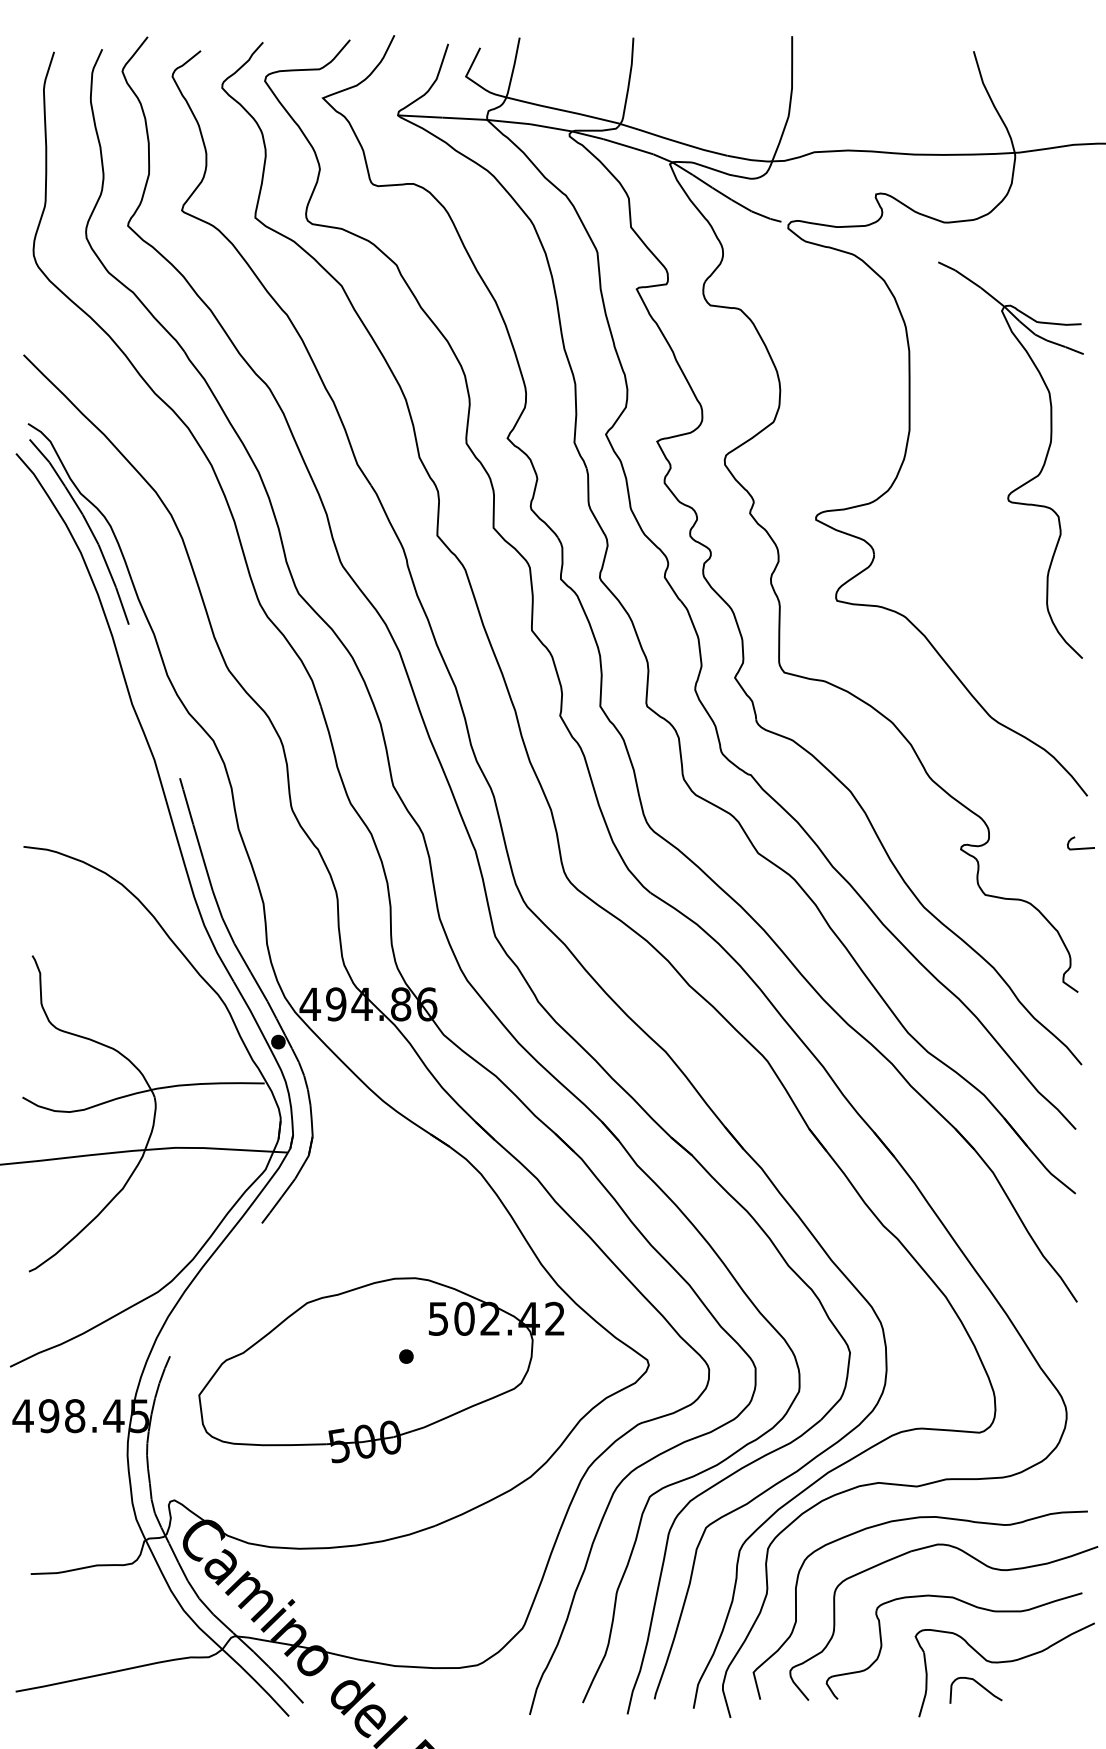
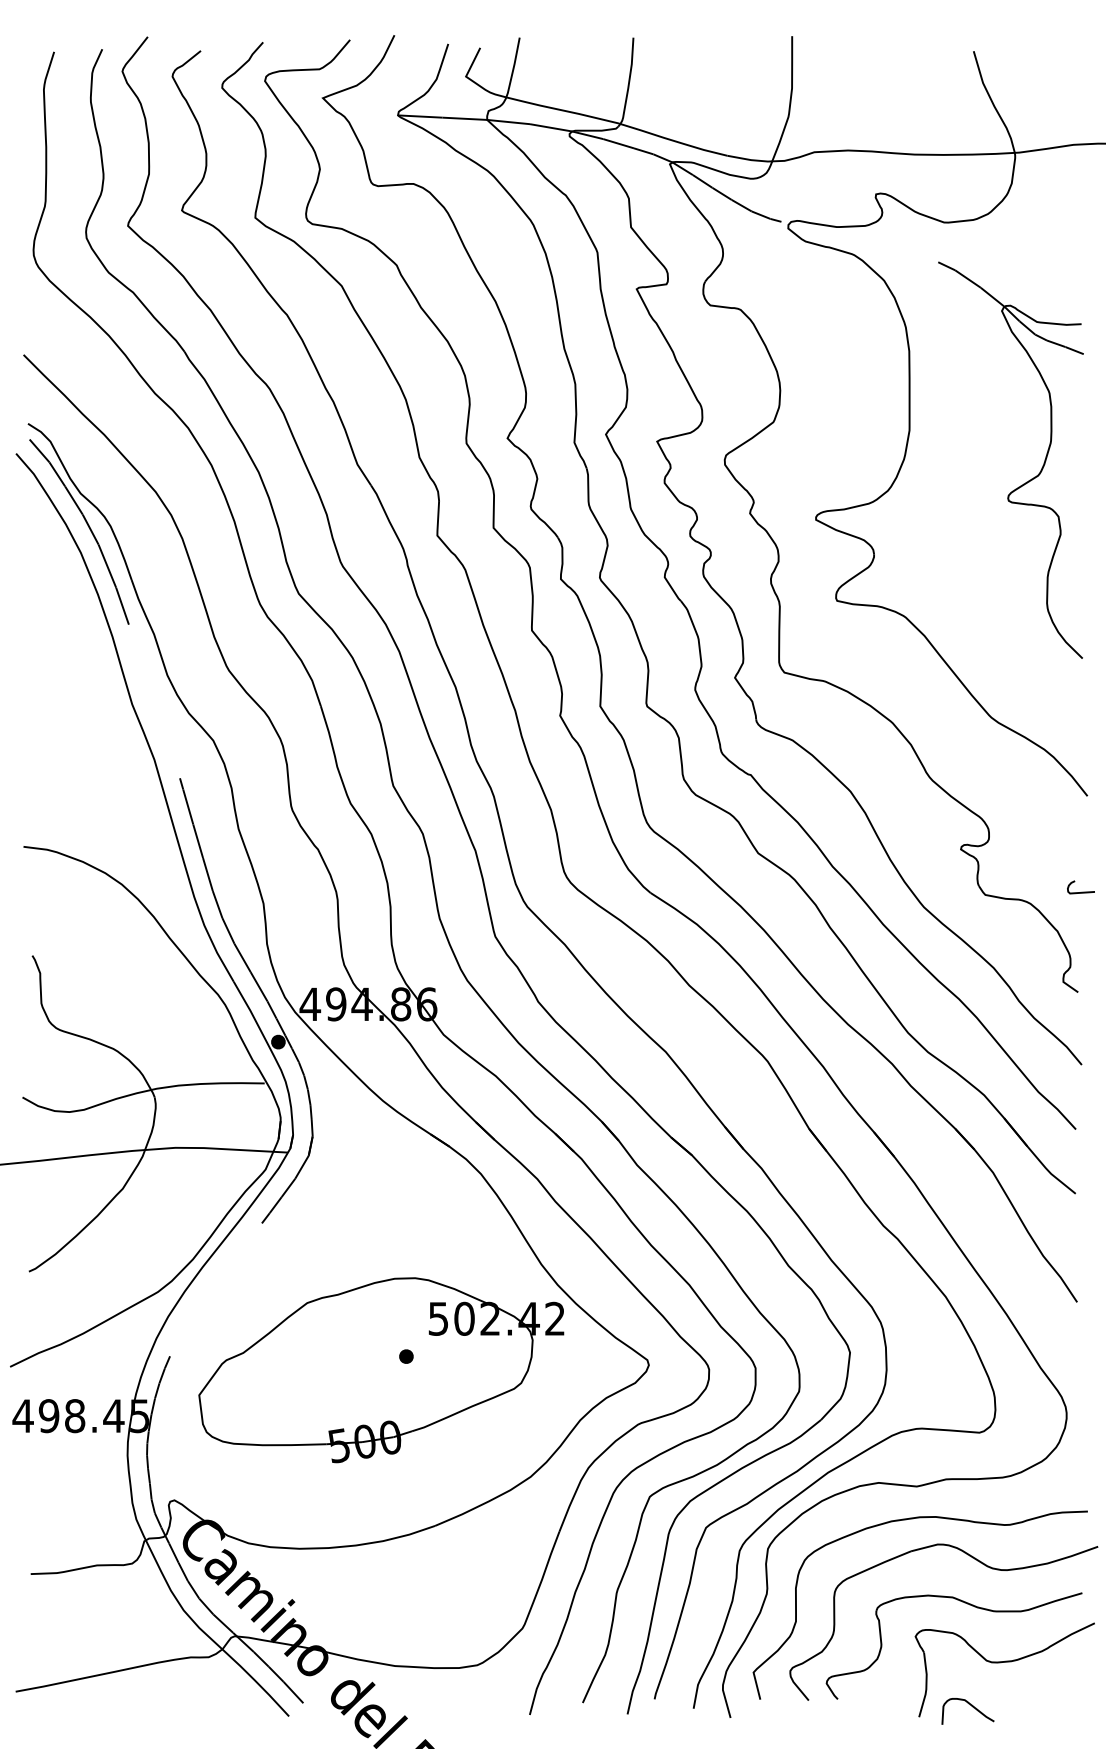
curve at (1081, 847) position: (1081, 847) -> (1081, 891)
curve at (979, 1685) position: (979, 1685) -> (971, 1706)
